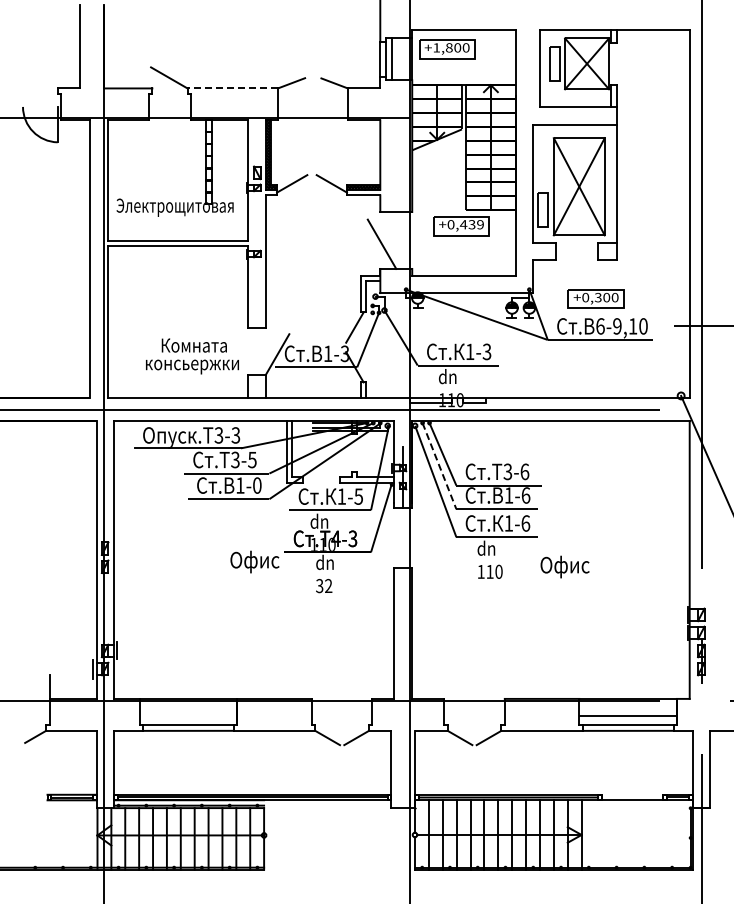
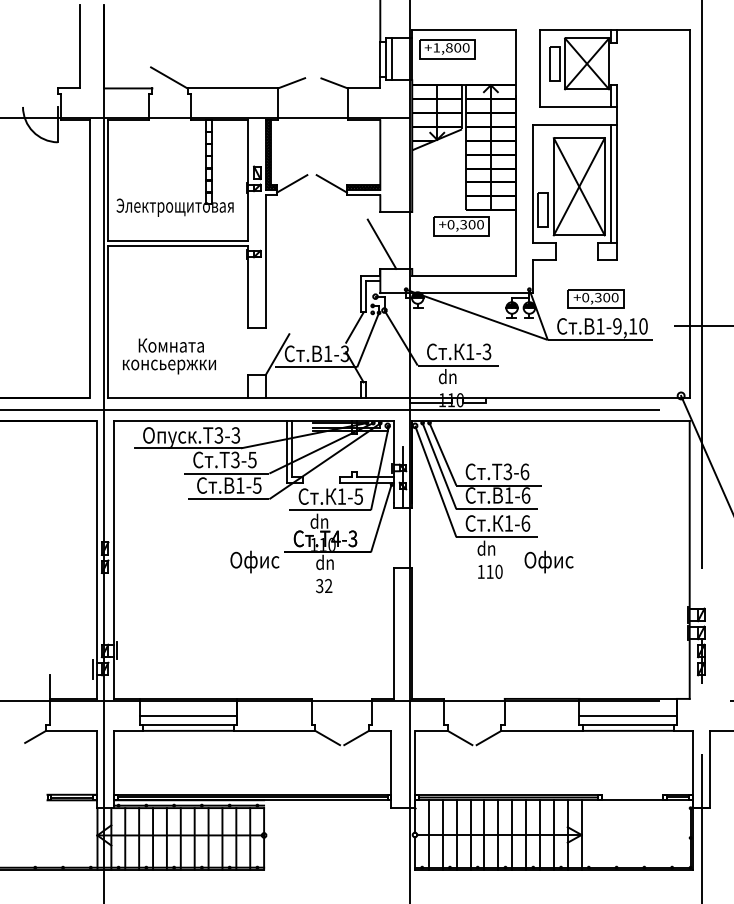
line at (232, 88): dashed -> solid
line at (611, 183): none -> present
text at (471, 224): +0,439 -> +0,300
text at (600, 326): 6-9,10 -> 1-9,10
text at (192, 356) position: (192, 356) -> (169, 356)
line at (439, 466): dashed -> solid
text at (256, 485): 1-0 -> 1-5
text at (564, 566) position: (564, 566) -> (548, 561)
line at (188, 715): none -> present
